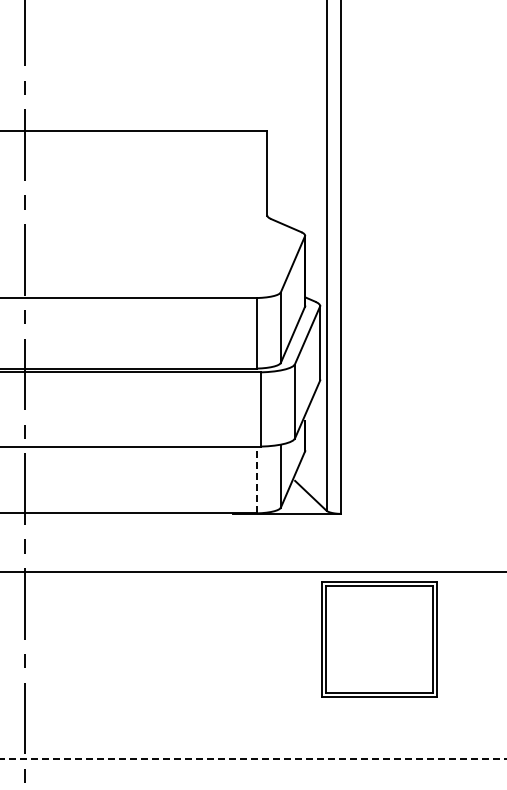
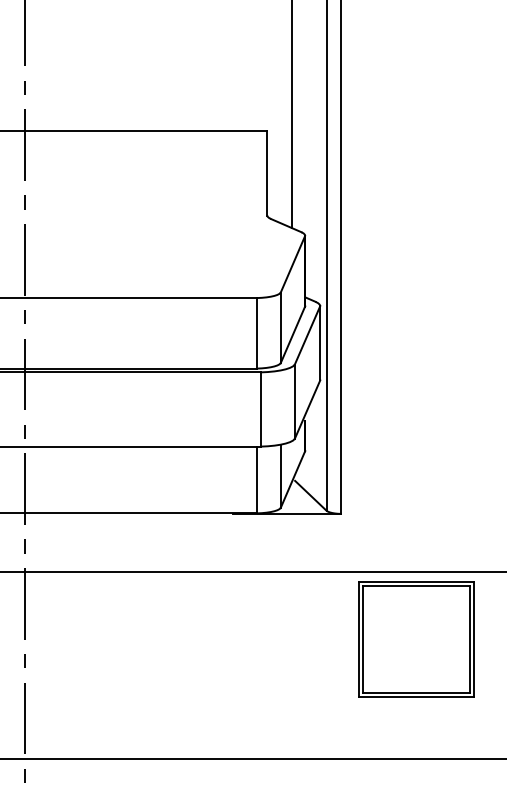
line at (292, 115): none -> present
line at (256, 479): dashed -> solid
part at (379, 639) position: (379, 639) -> (416, 639)
line at (253, 759): dashed -> solid
